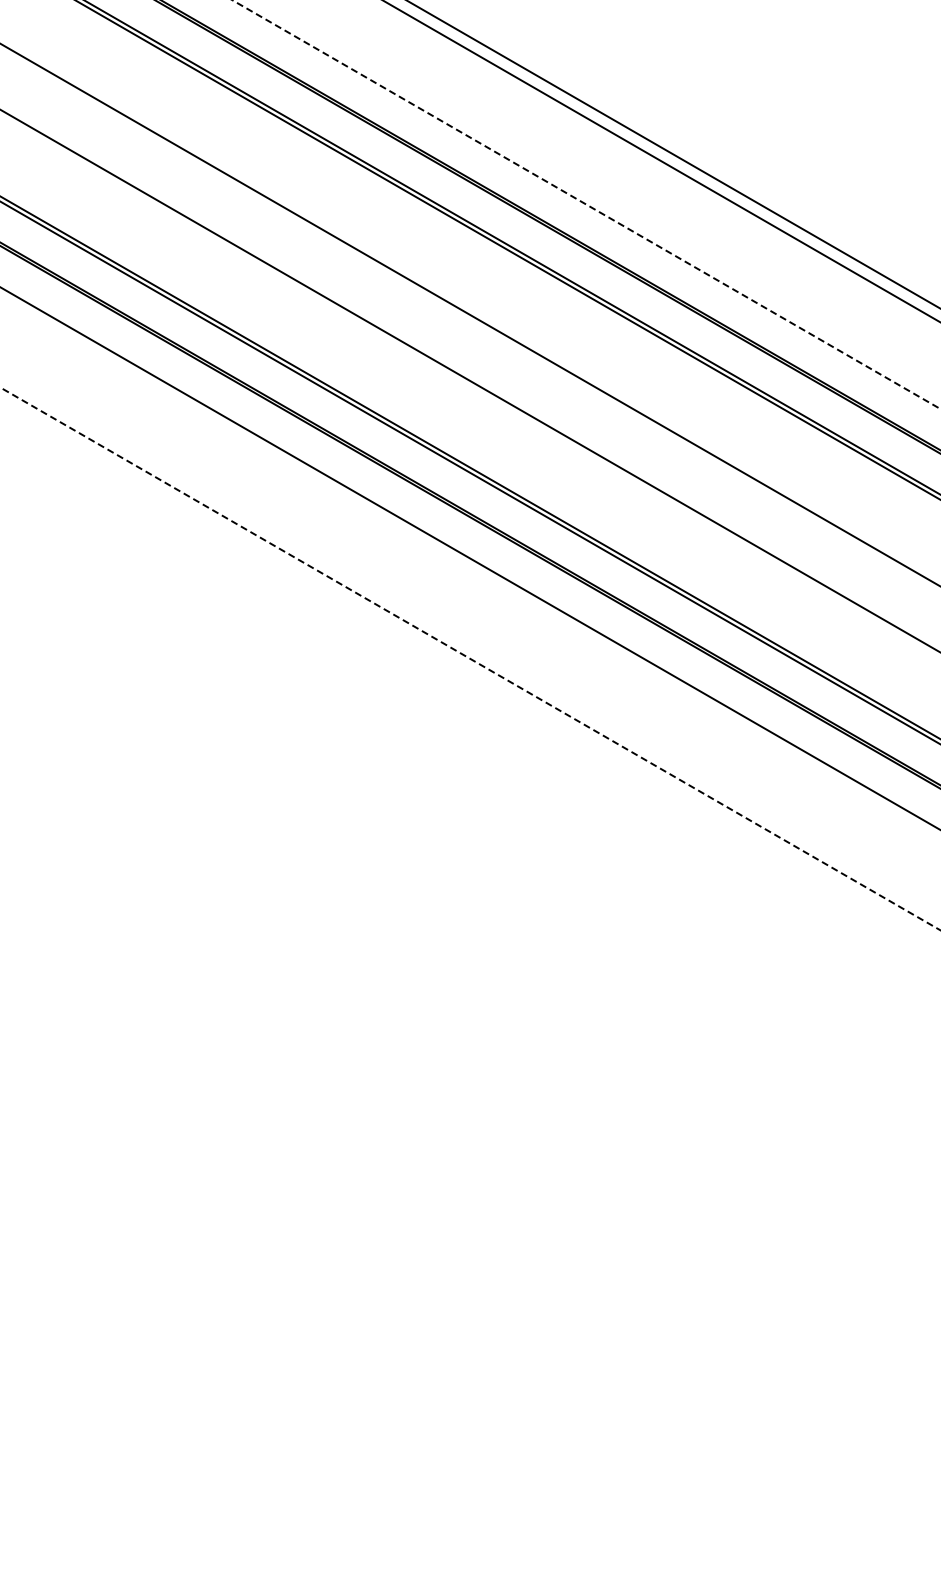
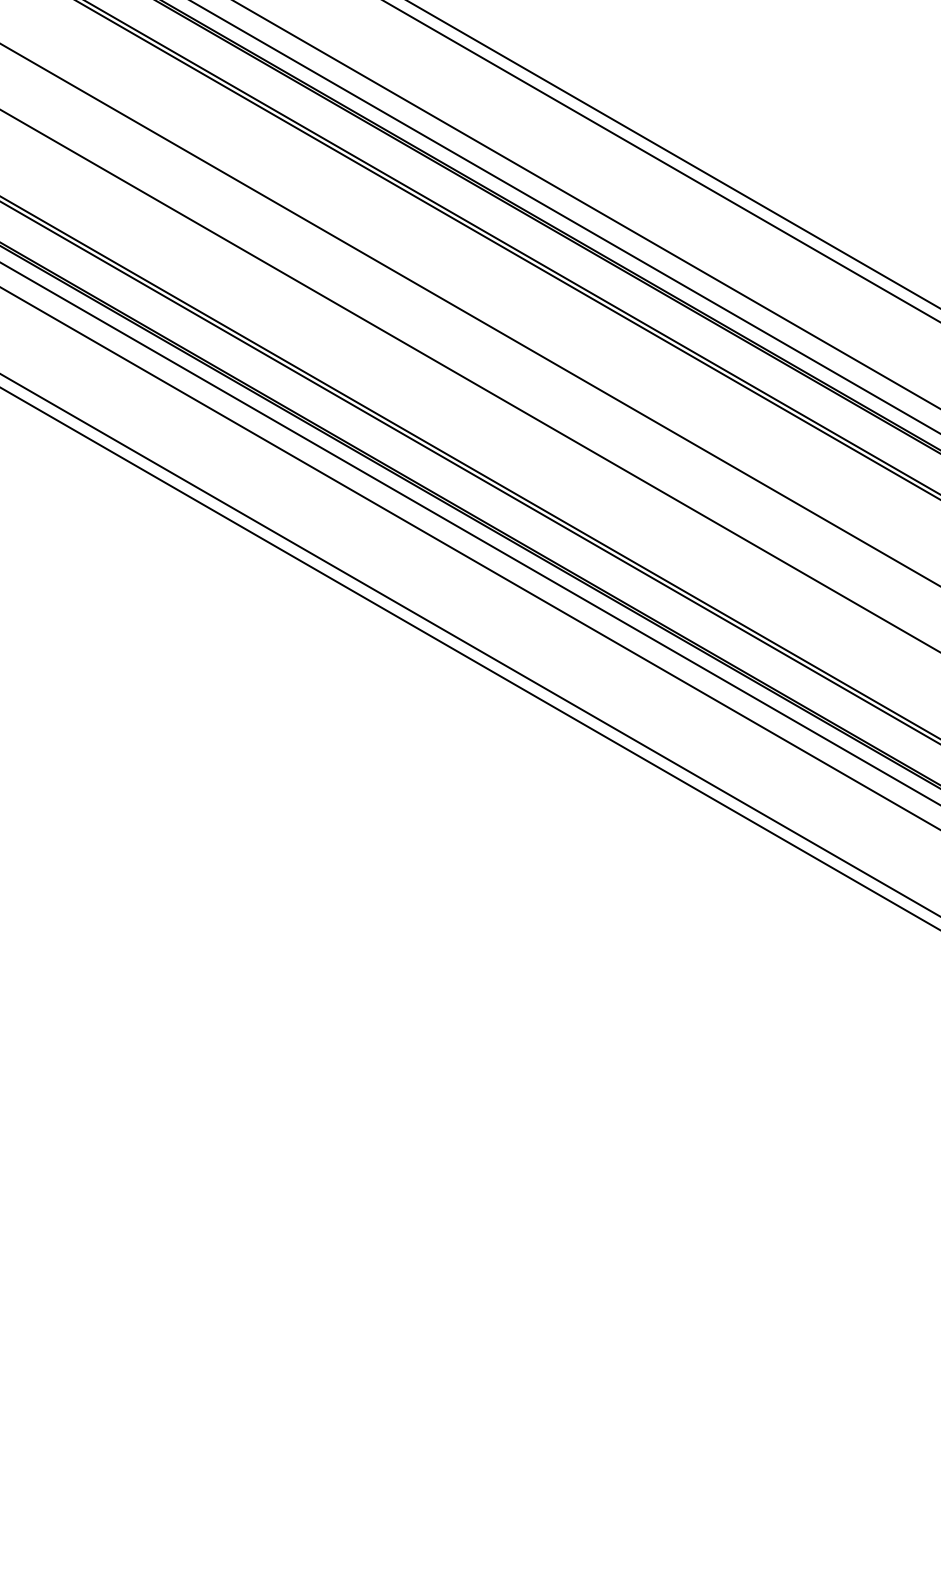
line at (586, 204): dashed -> solid
line at (564, 217): none -> present
line at (469, 533): none -> present
line at (469, 644): none -> present
line at (470, 658): dashed -> solid
